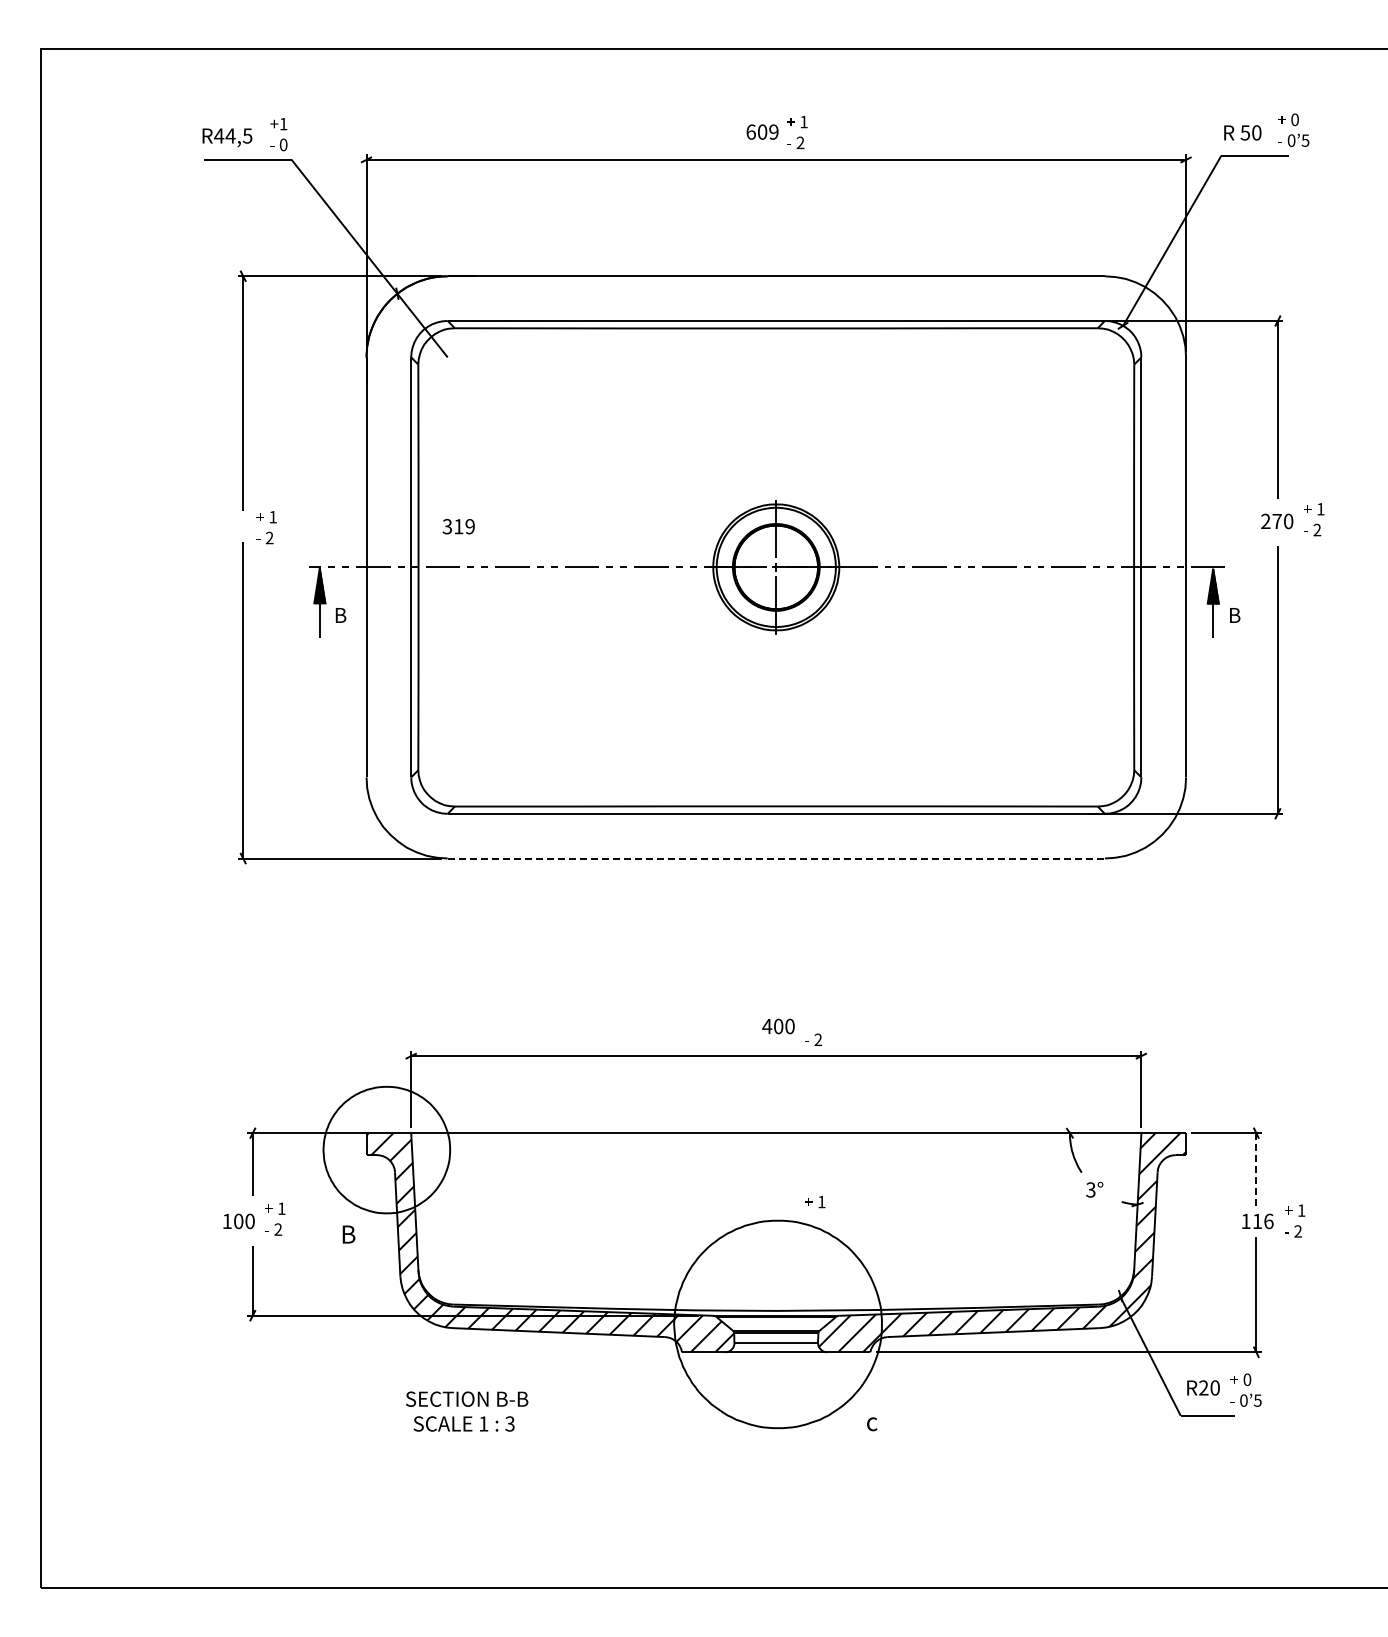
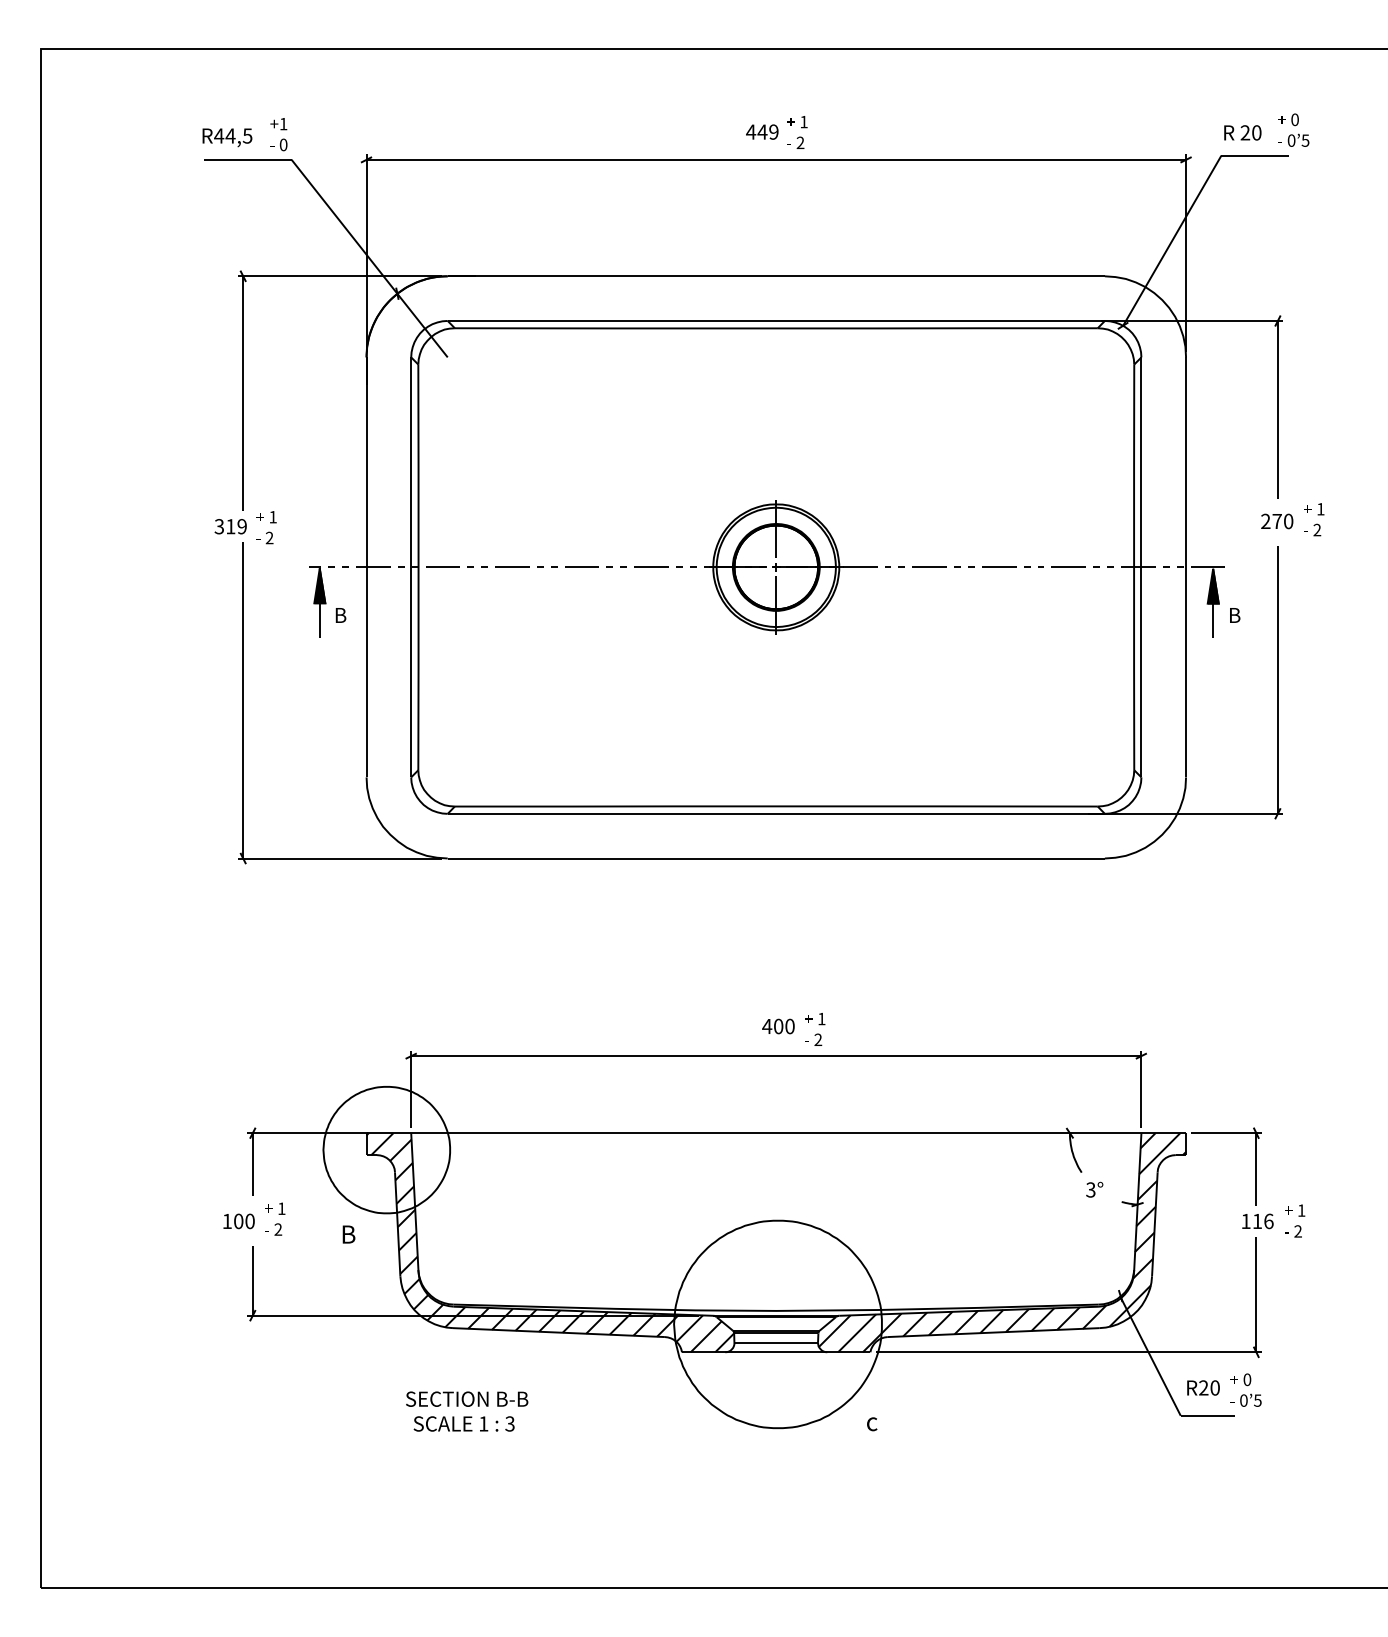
text at (756, 131): 609 -> 449
text at (1245, 132): 50 -> 20
text at (458, 526) position: (458, 526) -> (230, 526)
line at (776, 858): dashed -> solid
line at (1256, 1170): dashed -> solid
text at (815, 1202) position: (815, 1202) -> (815, 1019)
